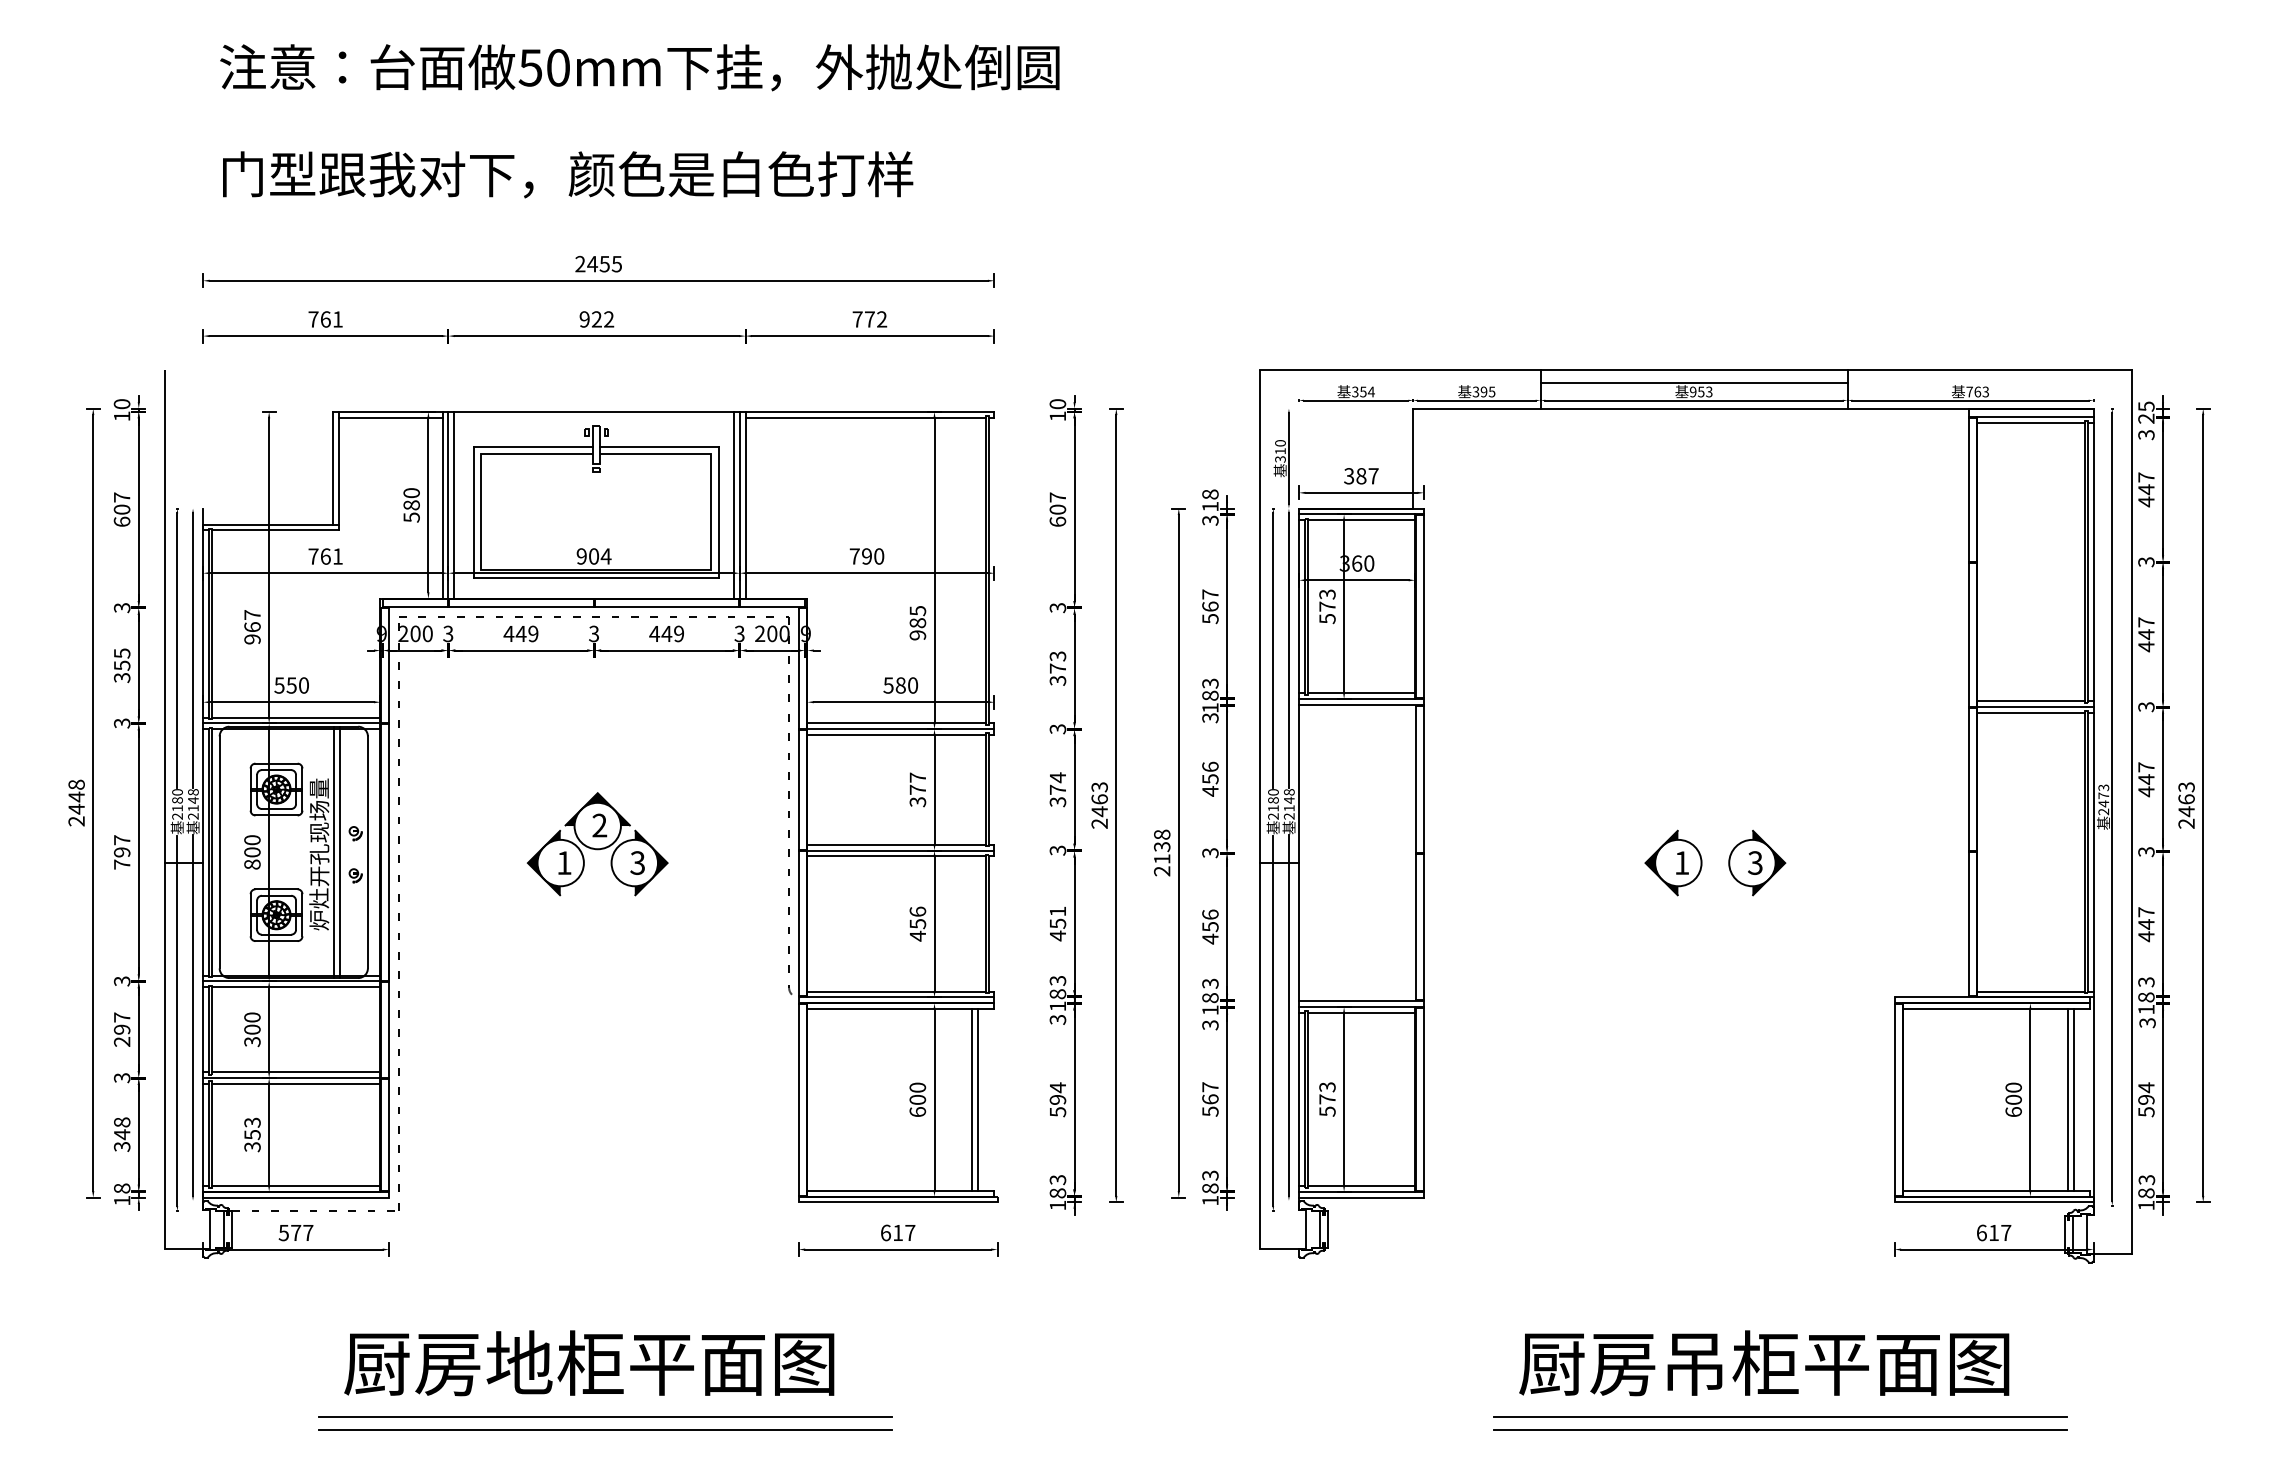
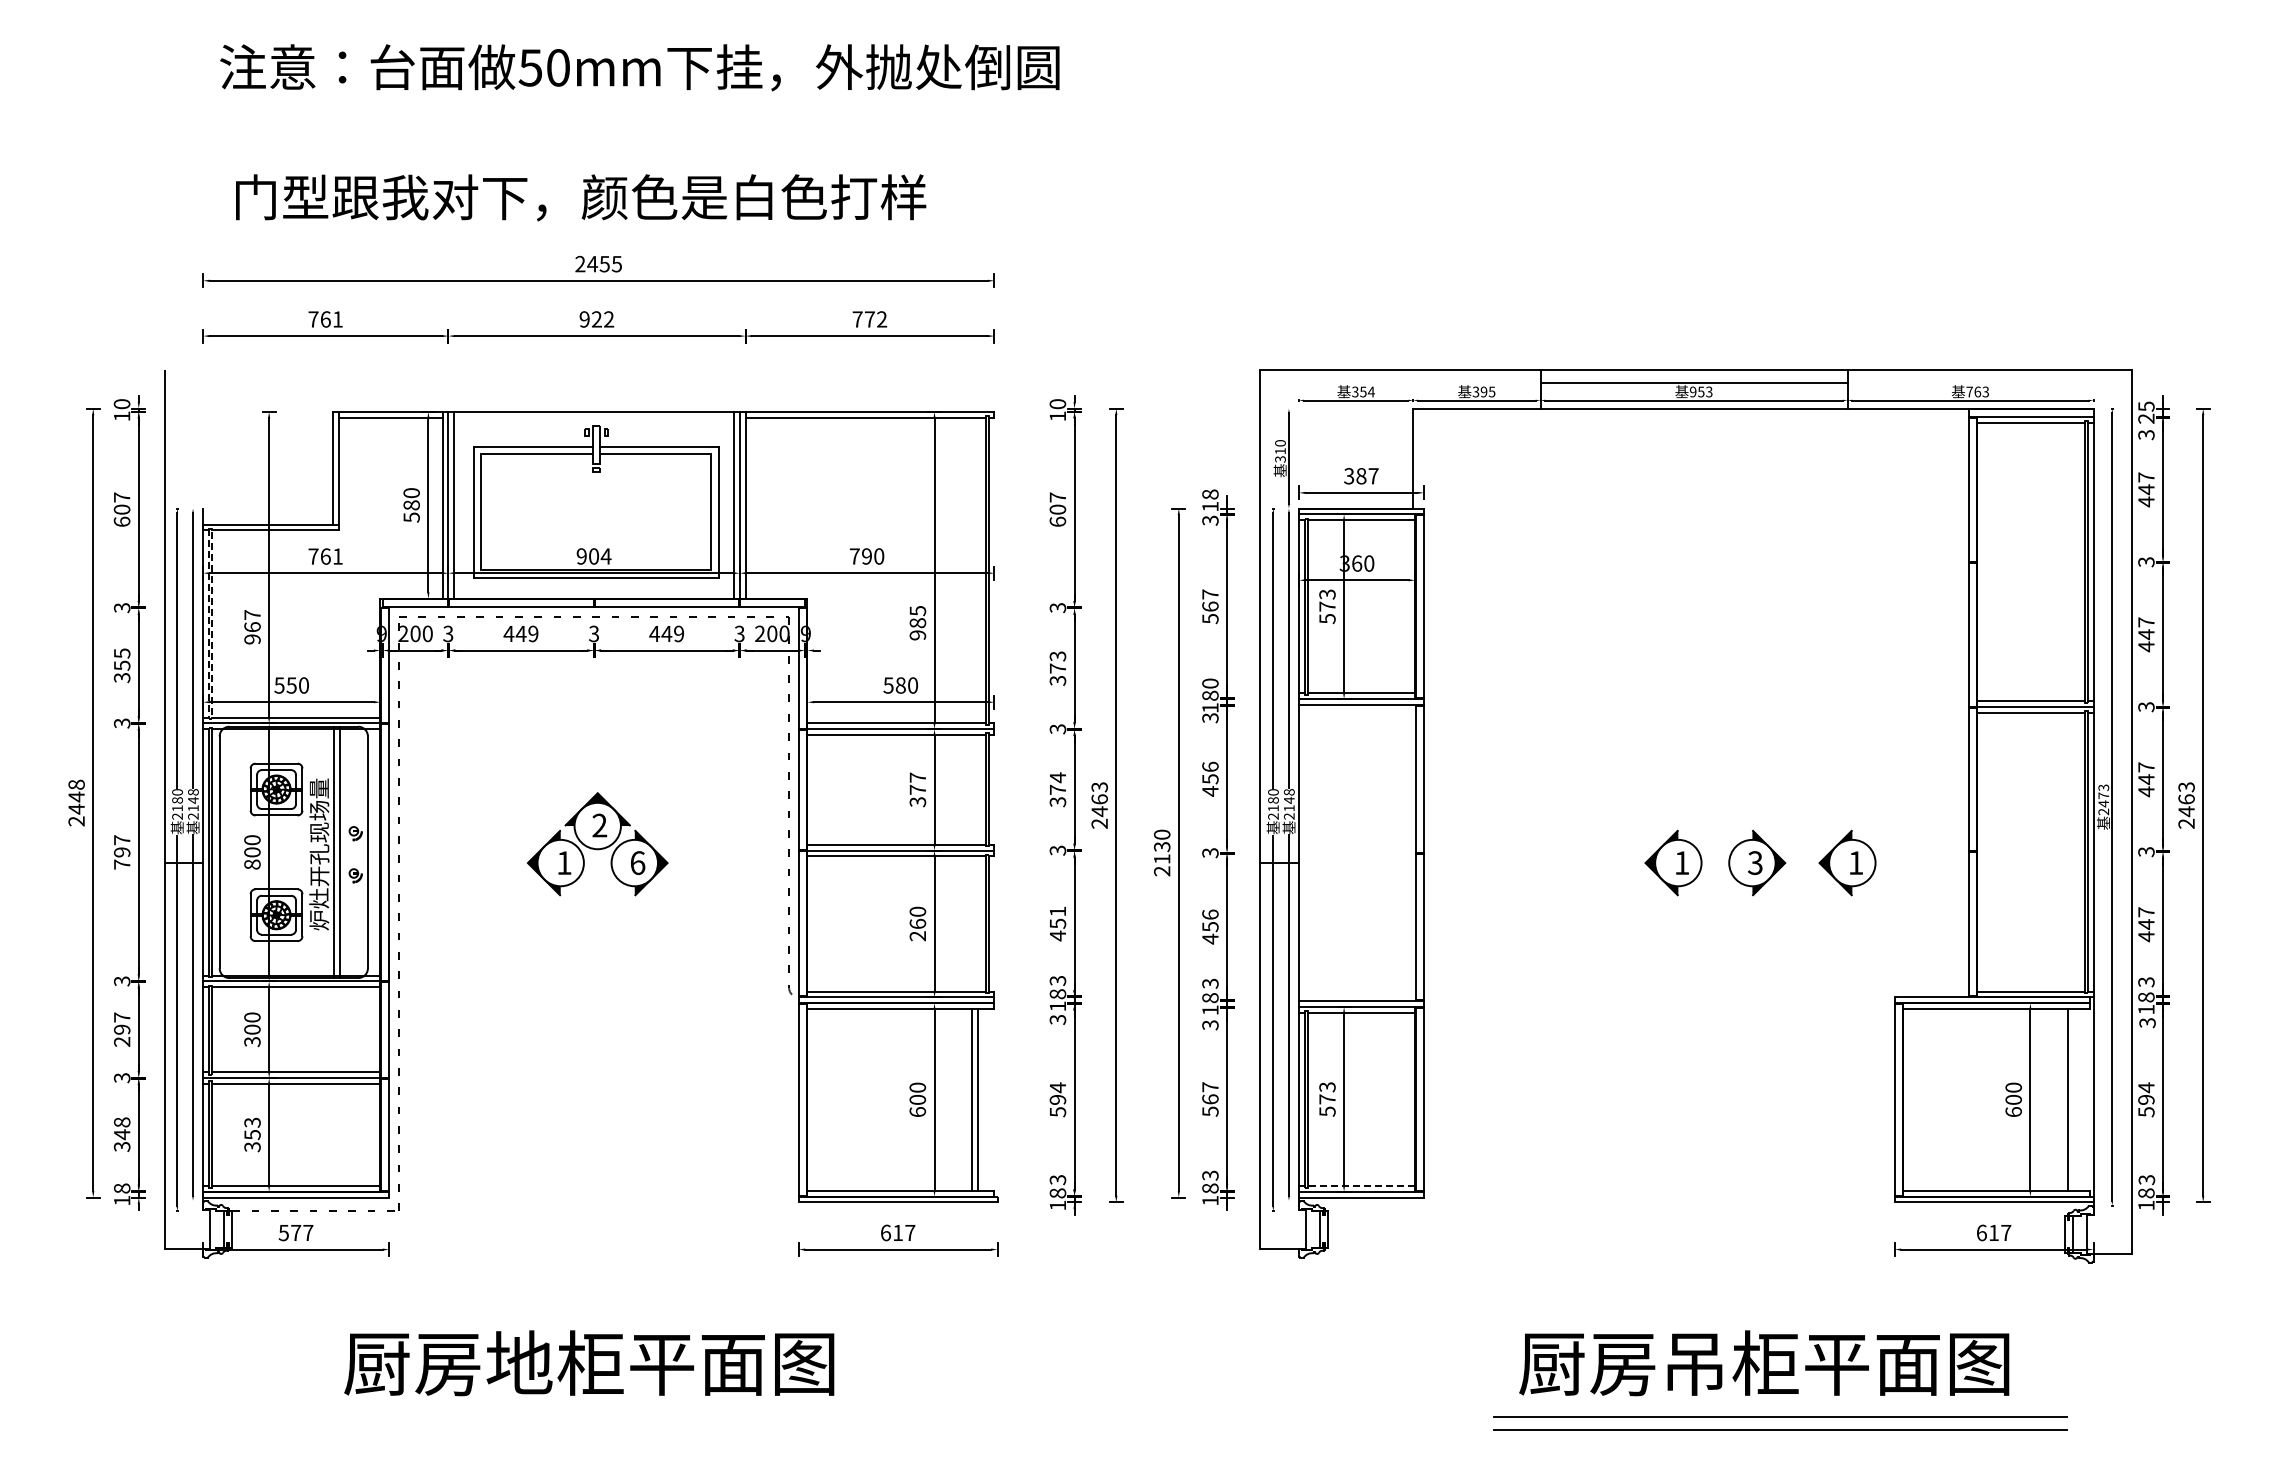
text at (568, 174) position: (568, 174) -> (581, 197)
text at (1210, 683): 3 -> 0
line at (210, 719): solid -> dashed
text at (1162, 834): 2138 -> 2130
text at (637, 862): 3 -> 6
part at (1847, 862): none -> present
text at (917, 923): 456 -> 260
line at (2074, 1099): present -> none
line at (1361, 1185): solid -> dashed
line at (605, 1417): present -> none
line at (605, 1429): present -> none
